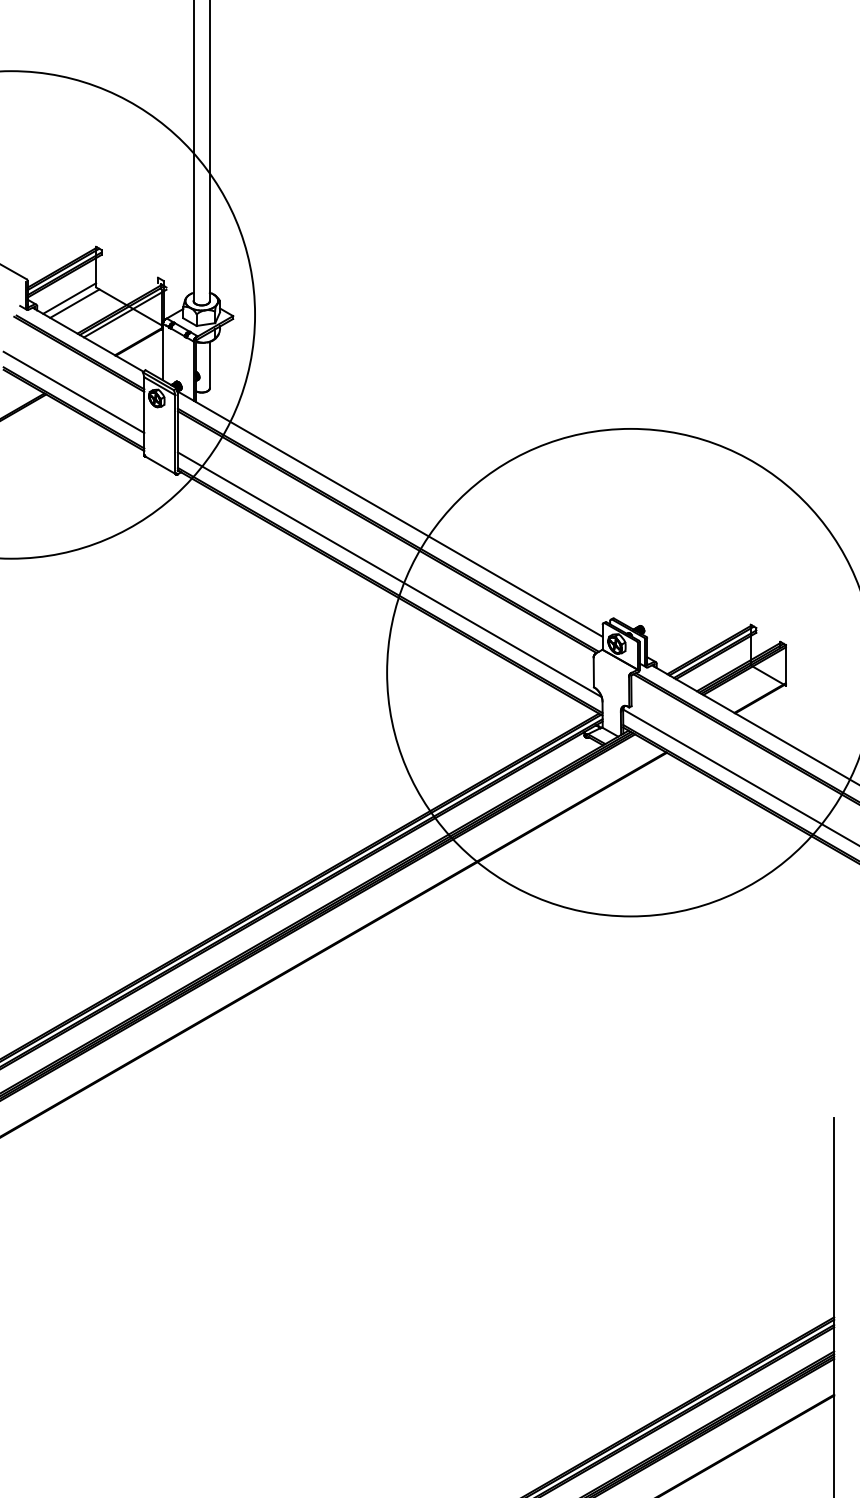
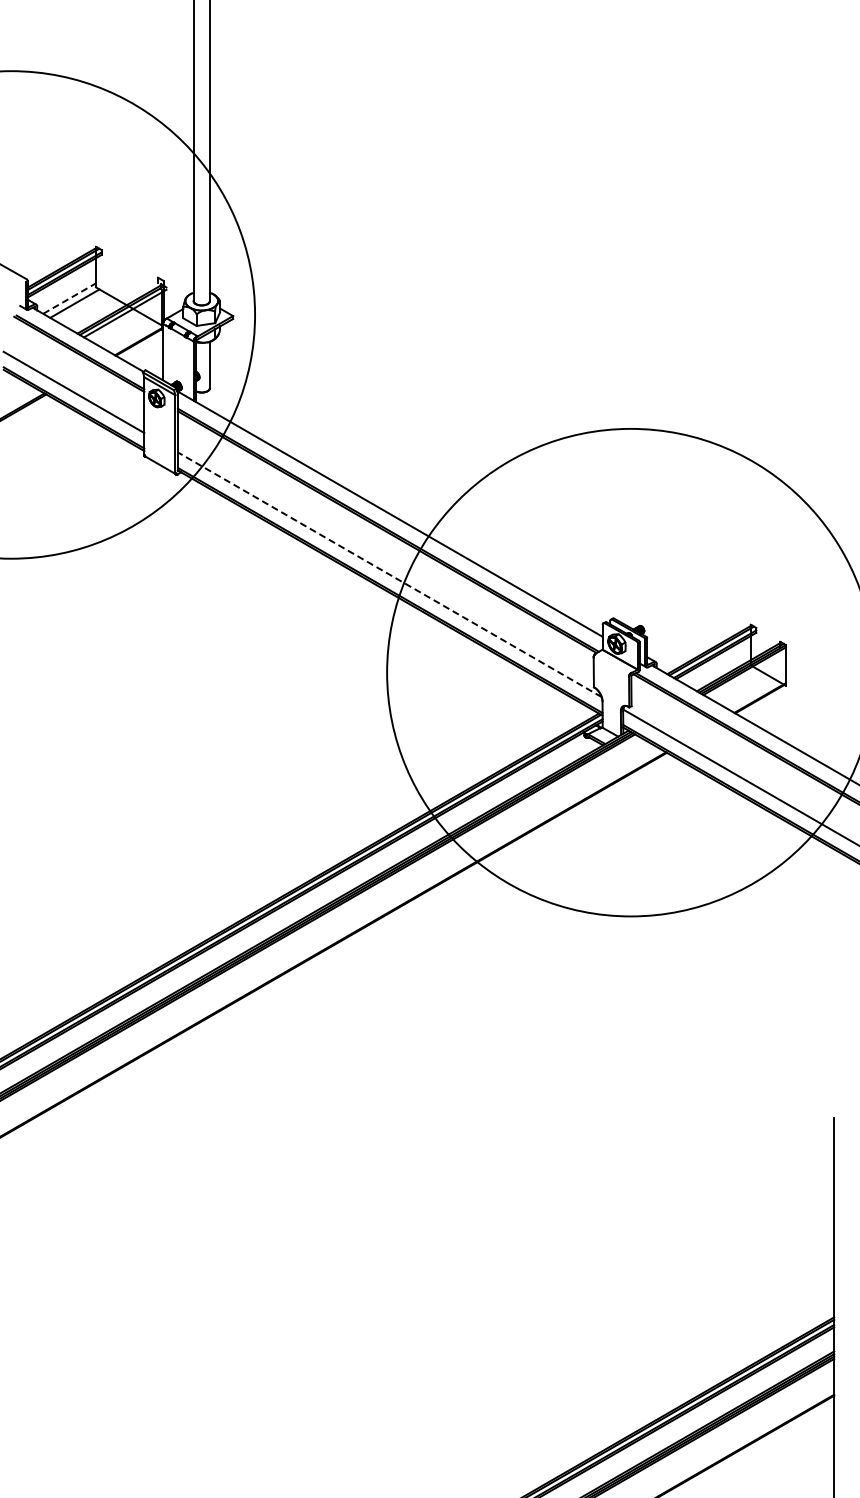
line at (69, 298): solid -> dashed
line at (389, 574): solid -> dashed
